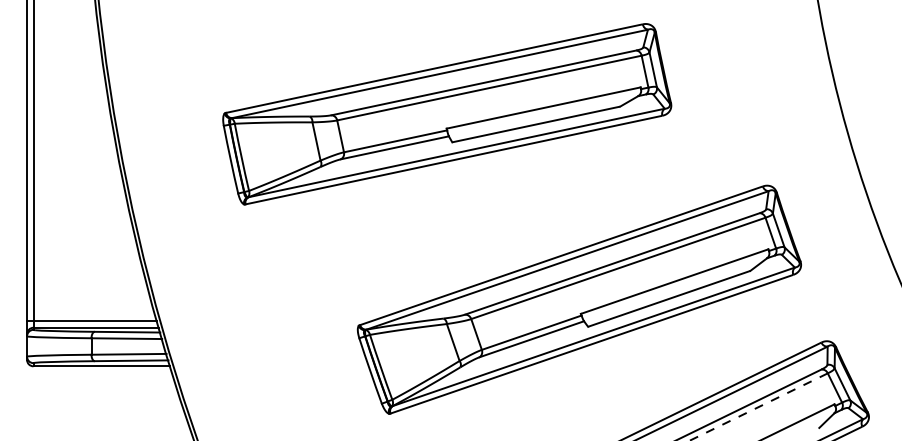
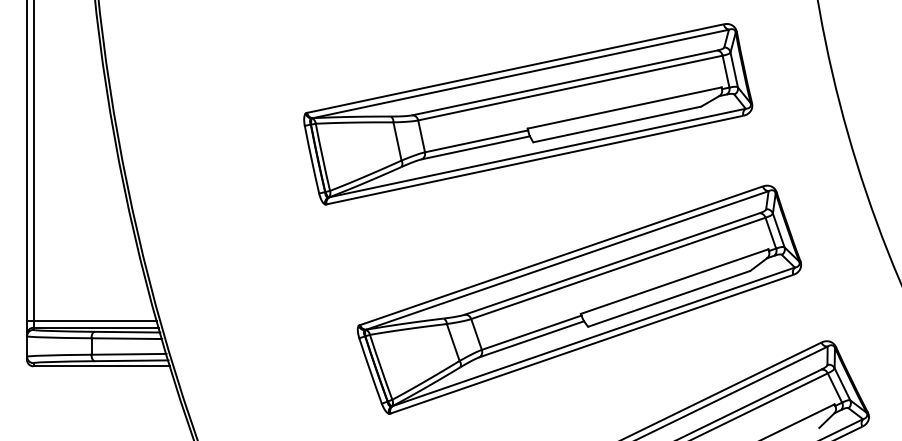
part at (447, 114) position: (447, 114) -> (528, 114)
line at (758, 407): dashed -> solid
